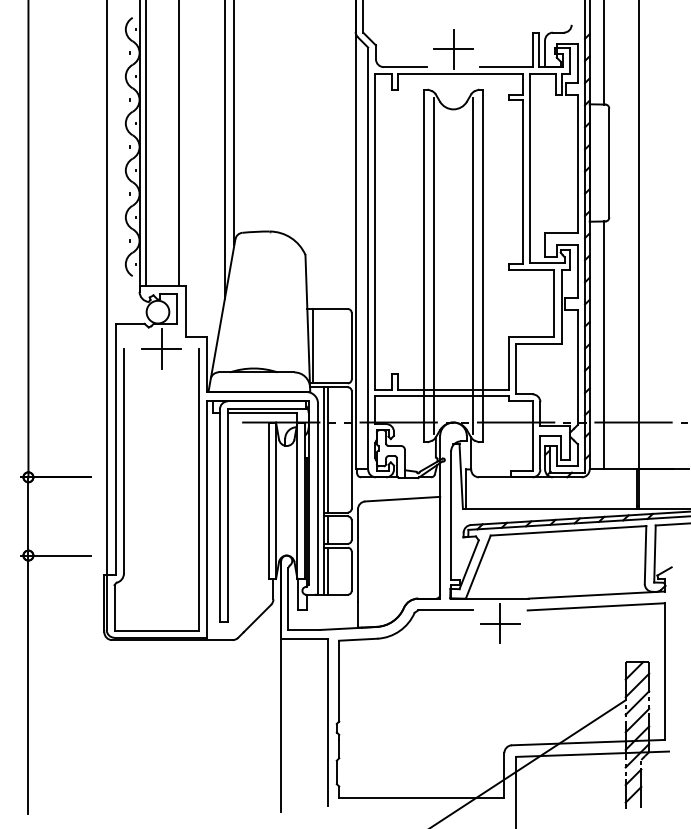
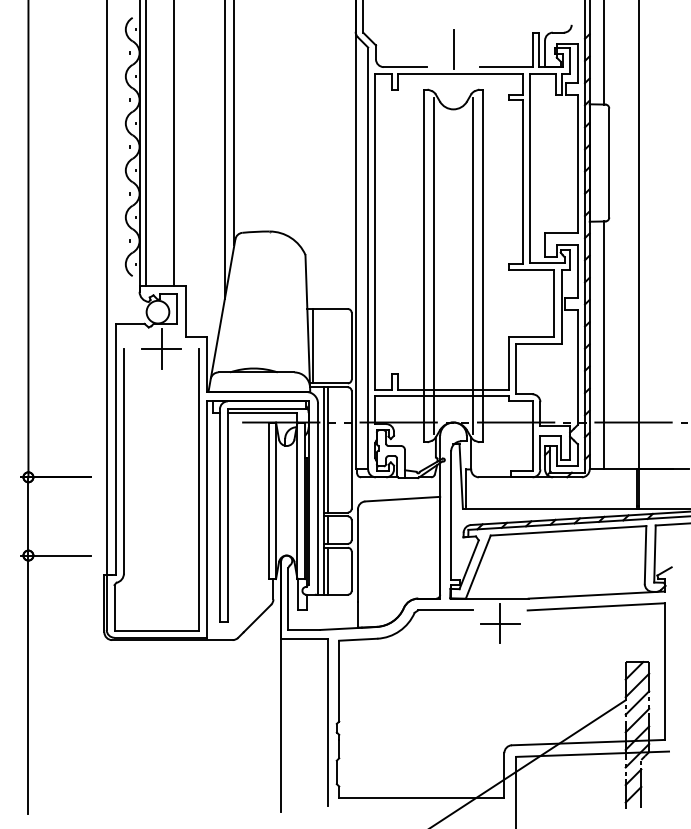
line at (453, 49): present -> none
line at (178, 143) position: (178, 143) -> (173, 143)
